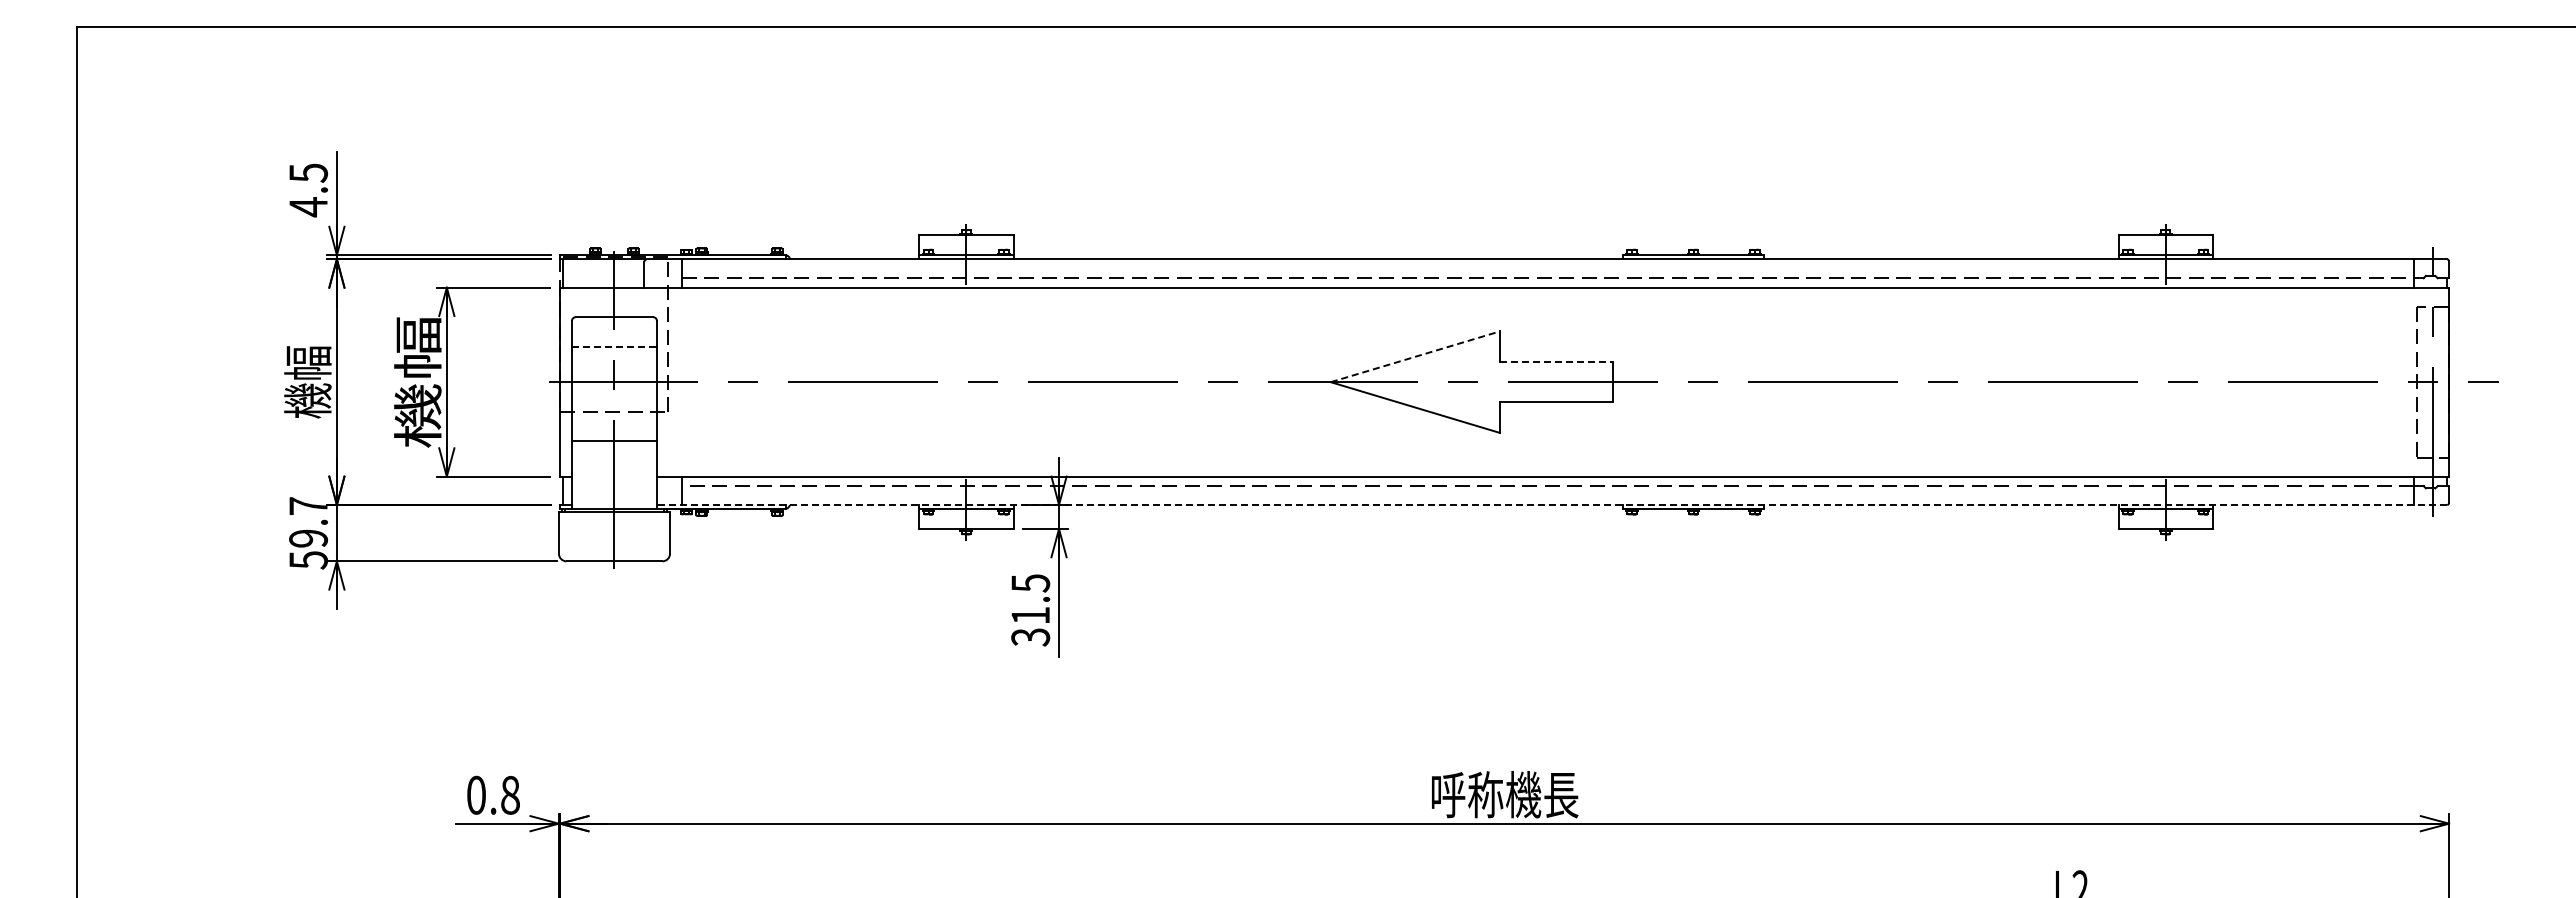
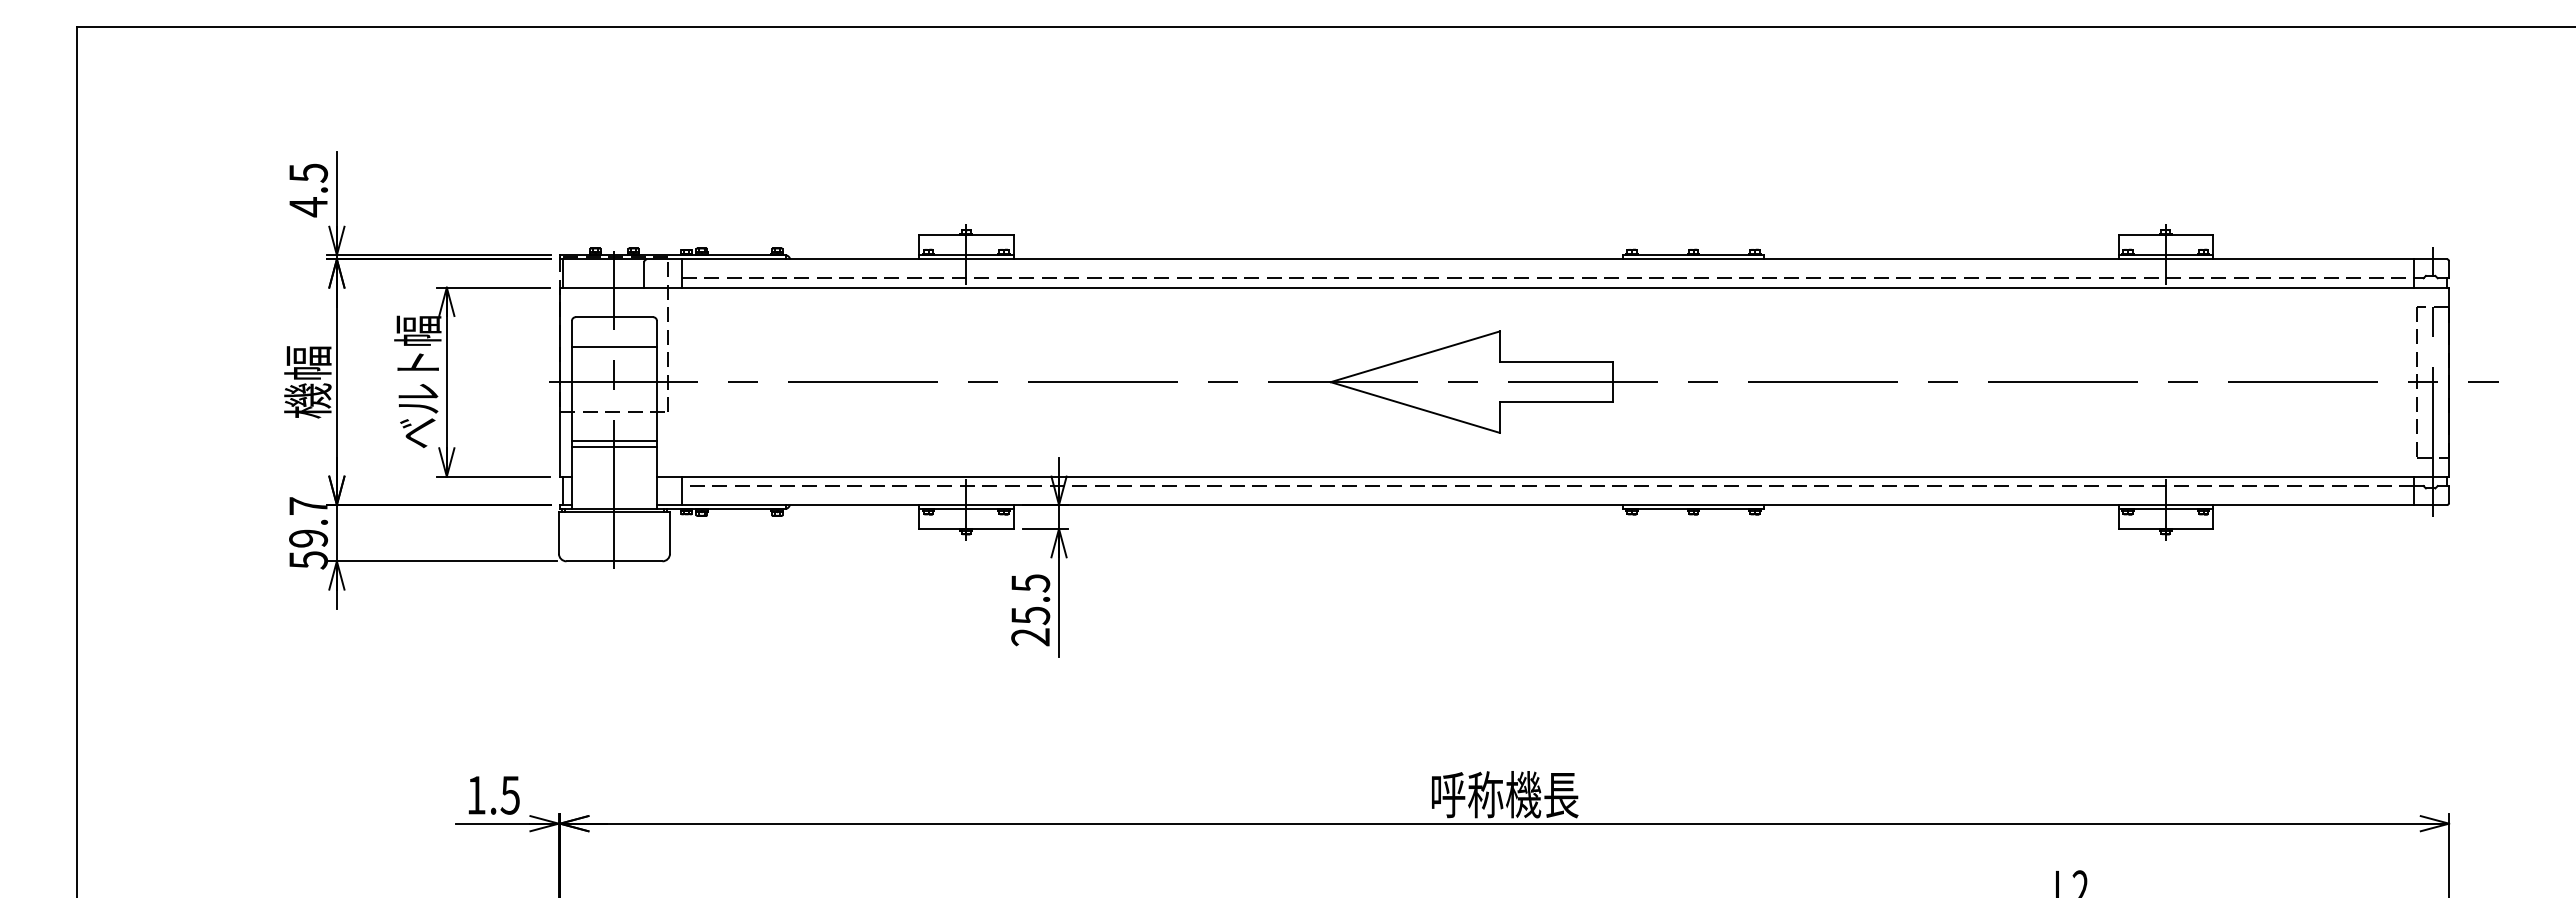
line at (614, 347): dashed -> solid
line at (1415, 356): dashed -> solid
line at (1556, 361): dashed -> solid
text at (417, 381): 機幅 -> ベルト幅
line at (613, 447): none -> present
line at (1551, 504): dashed -> solid
text at (1030, 626): 31.5 -> 25.5
text at (493, 794): 0.8 -> 1.5
